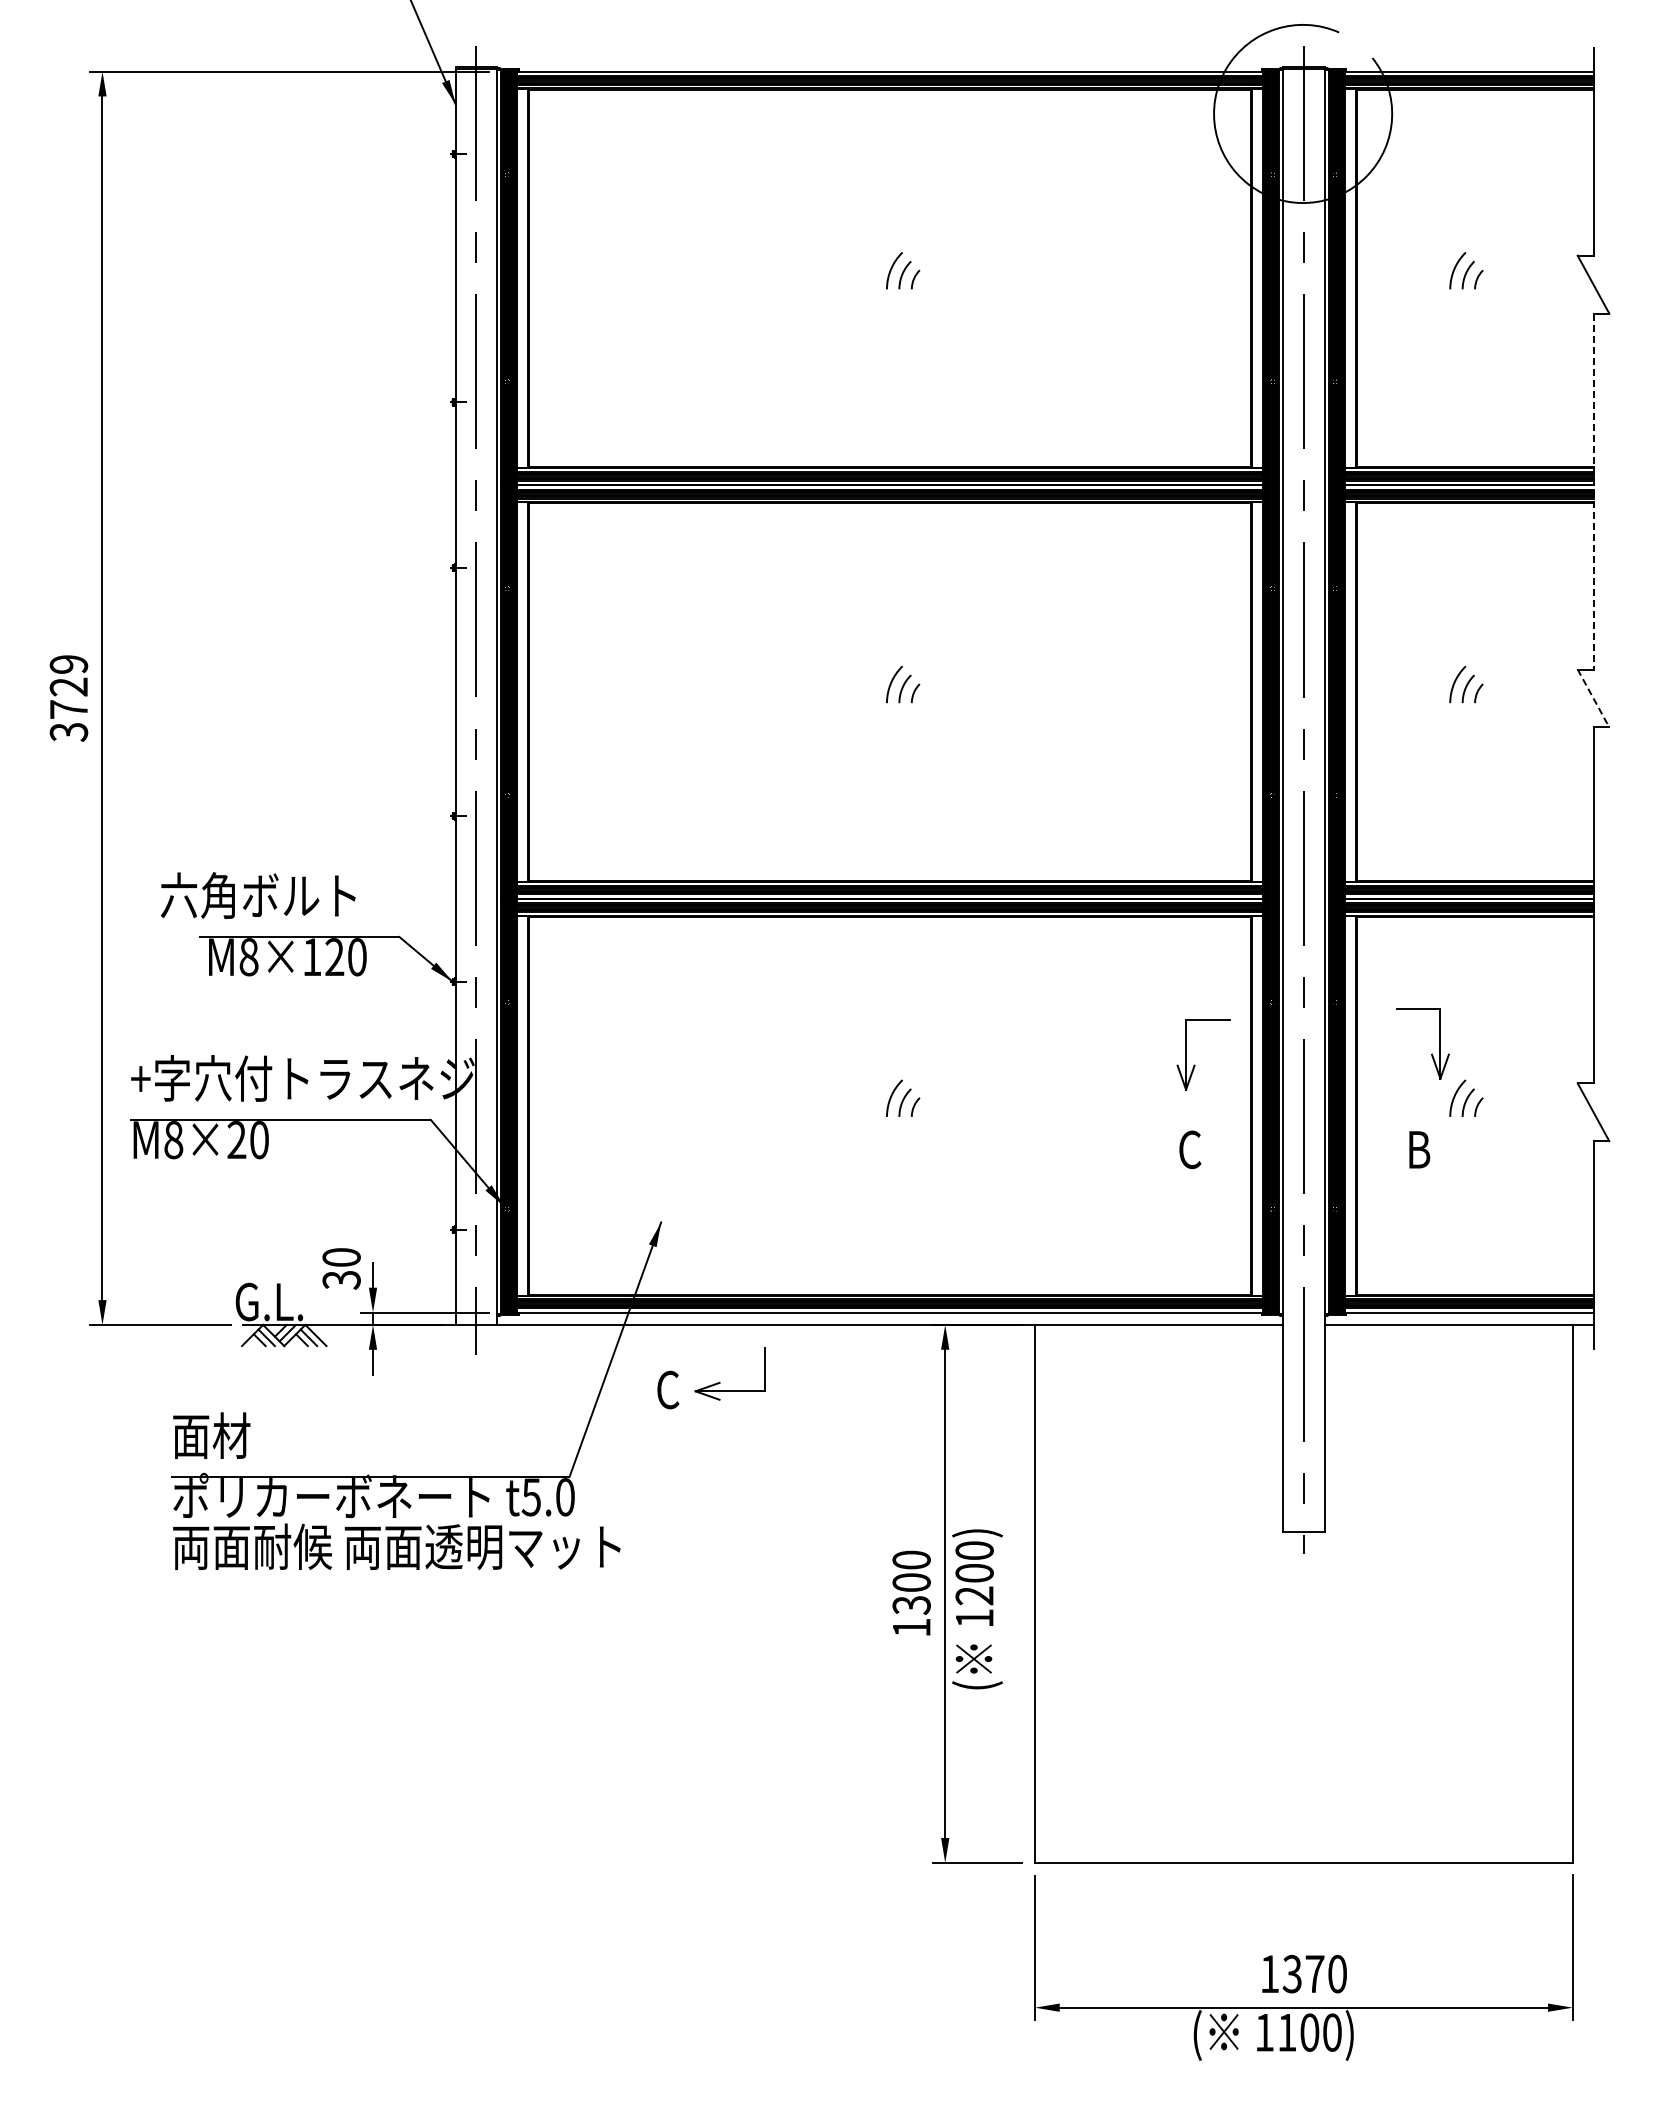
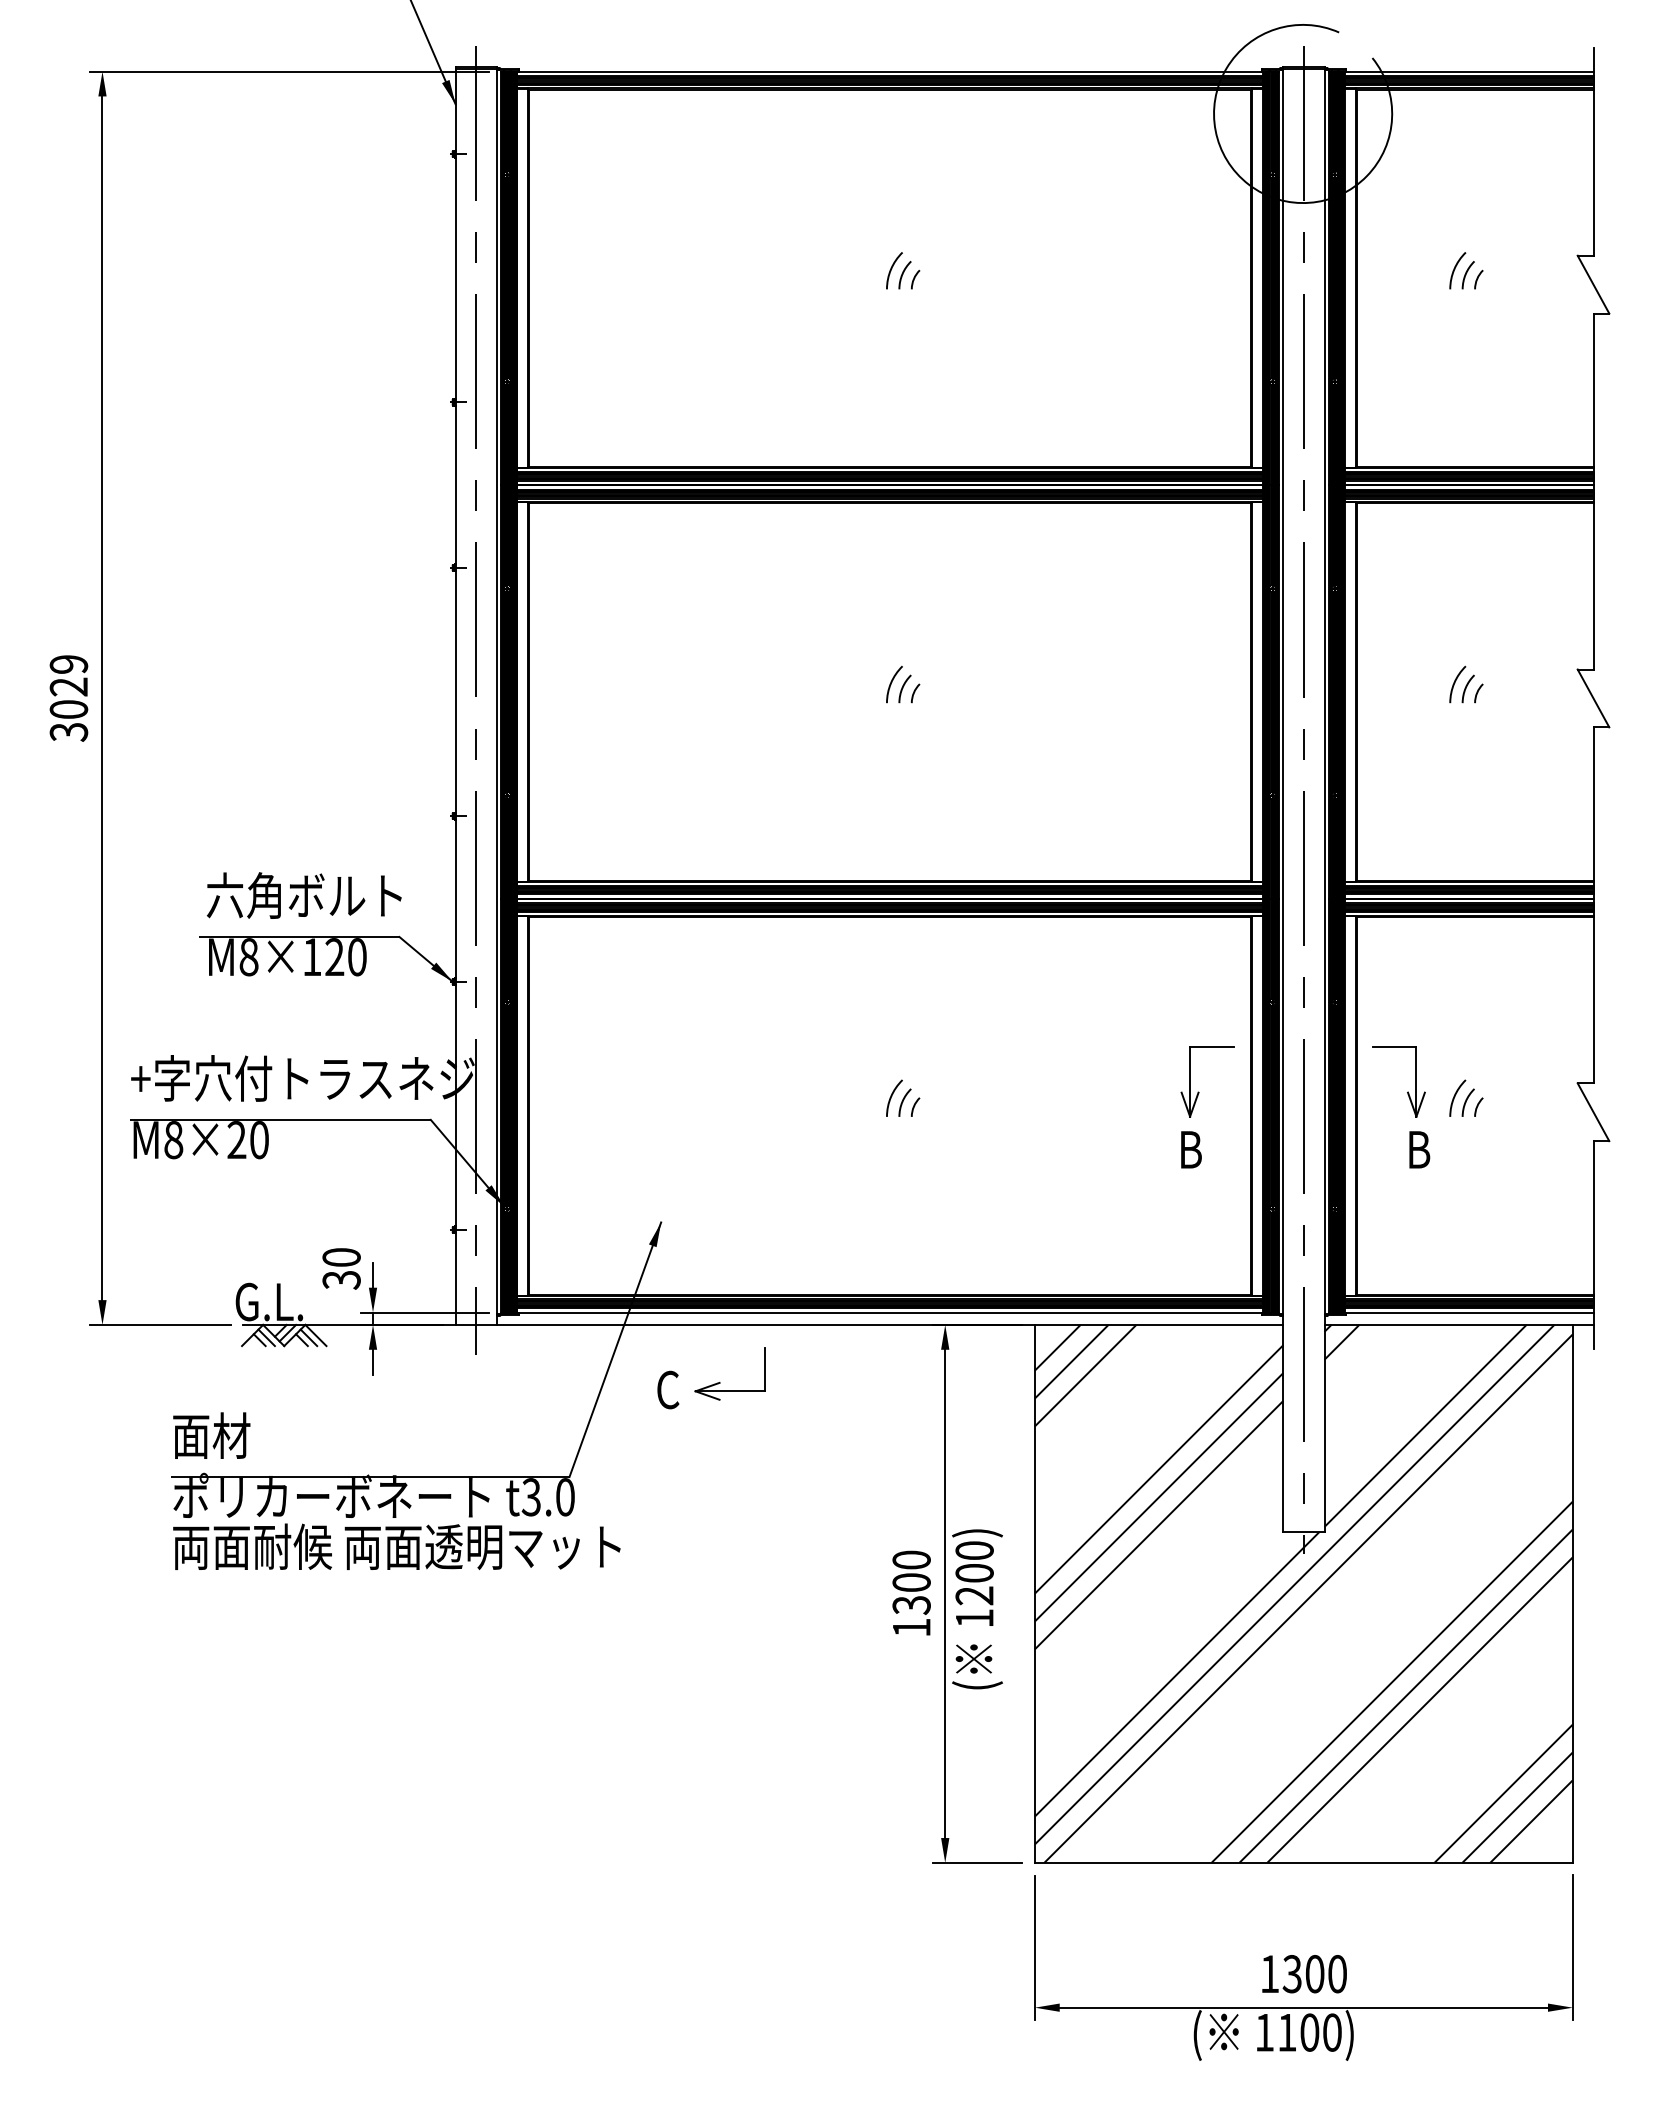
line at (1593, 491): dashed -> solid
line at (1593, 698): dashed -> solid
text at (68, 709): 3729 -> 3029
text at (257, 895) position: (257, 895) -> (303, 895)
part at (1431, 1053) position: (1431, 1053) -> (1407, 1091)
part at (1194, 1064) position: (1194, 1064) -> (1198, 1091)
text at (1190, 1149): C -> B
text at (531, 1496): t5.0 -> t3.0
hatch at (1303, 1593): none -> present
text at (1314, 1974): 1370 -> 1300
